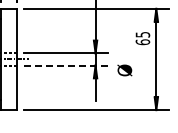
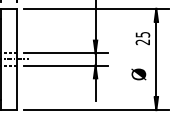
text at (142, 42): 65 -> 25
line at (66, 65): dashed -> solid
text at (124, 70) position: (124, 70) -> (138, 74)
